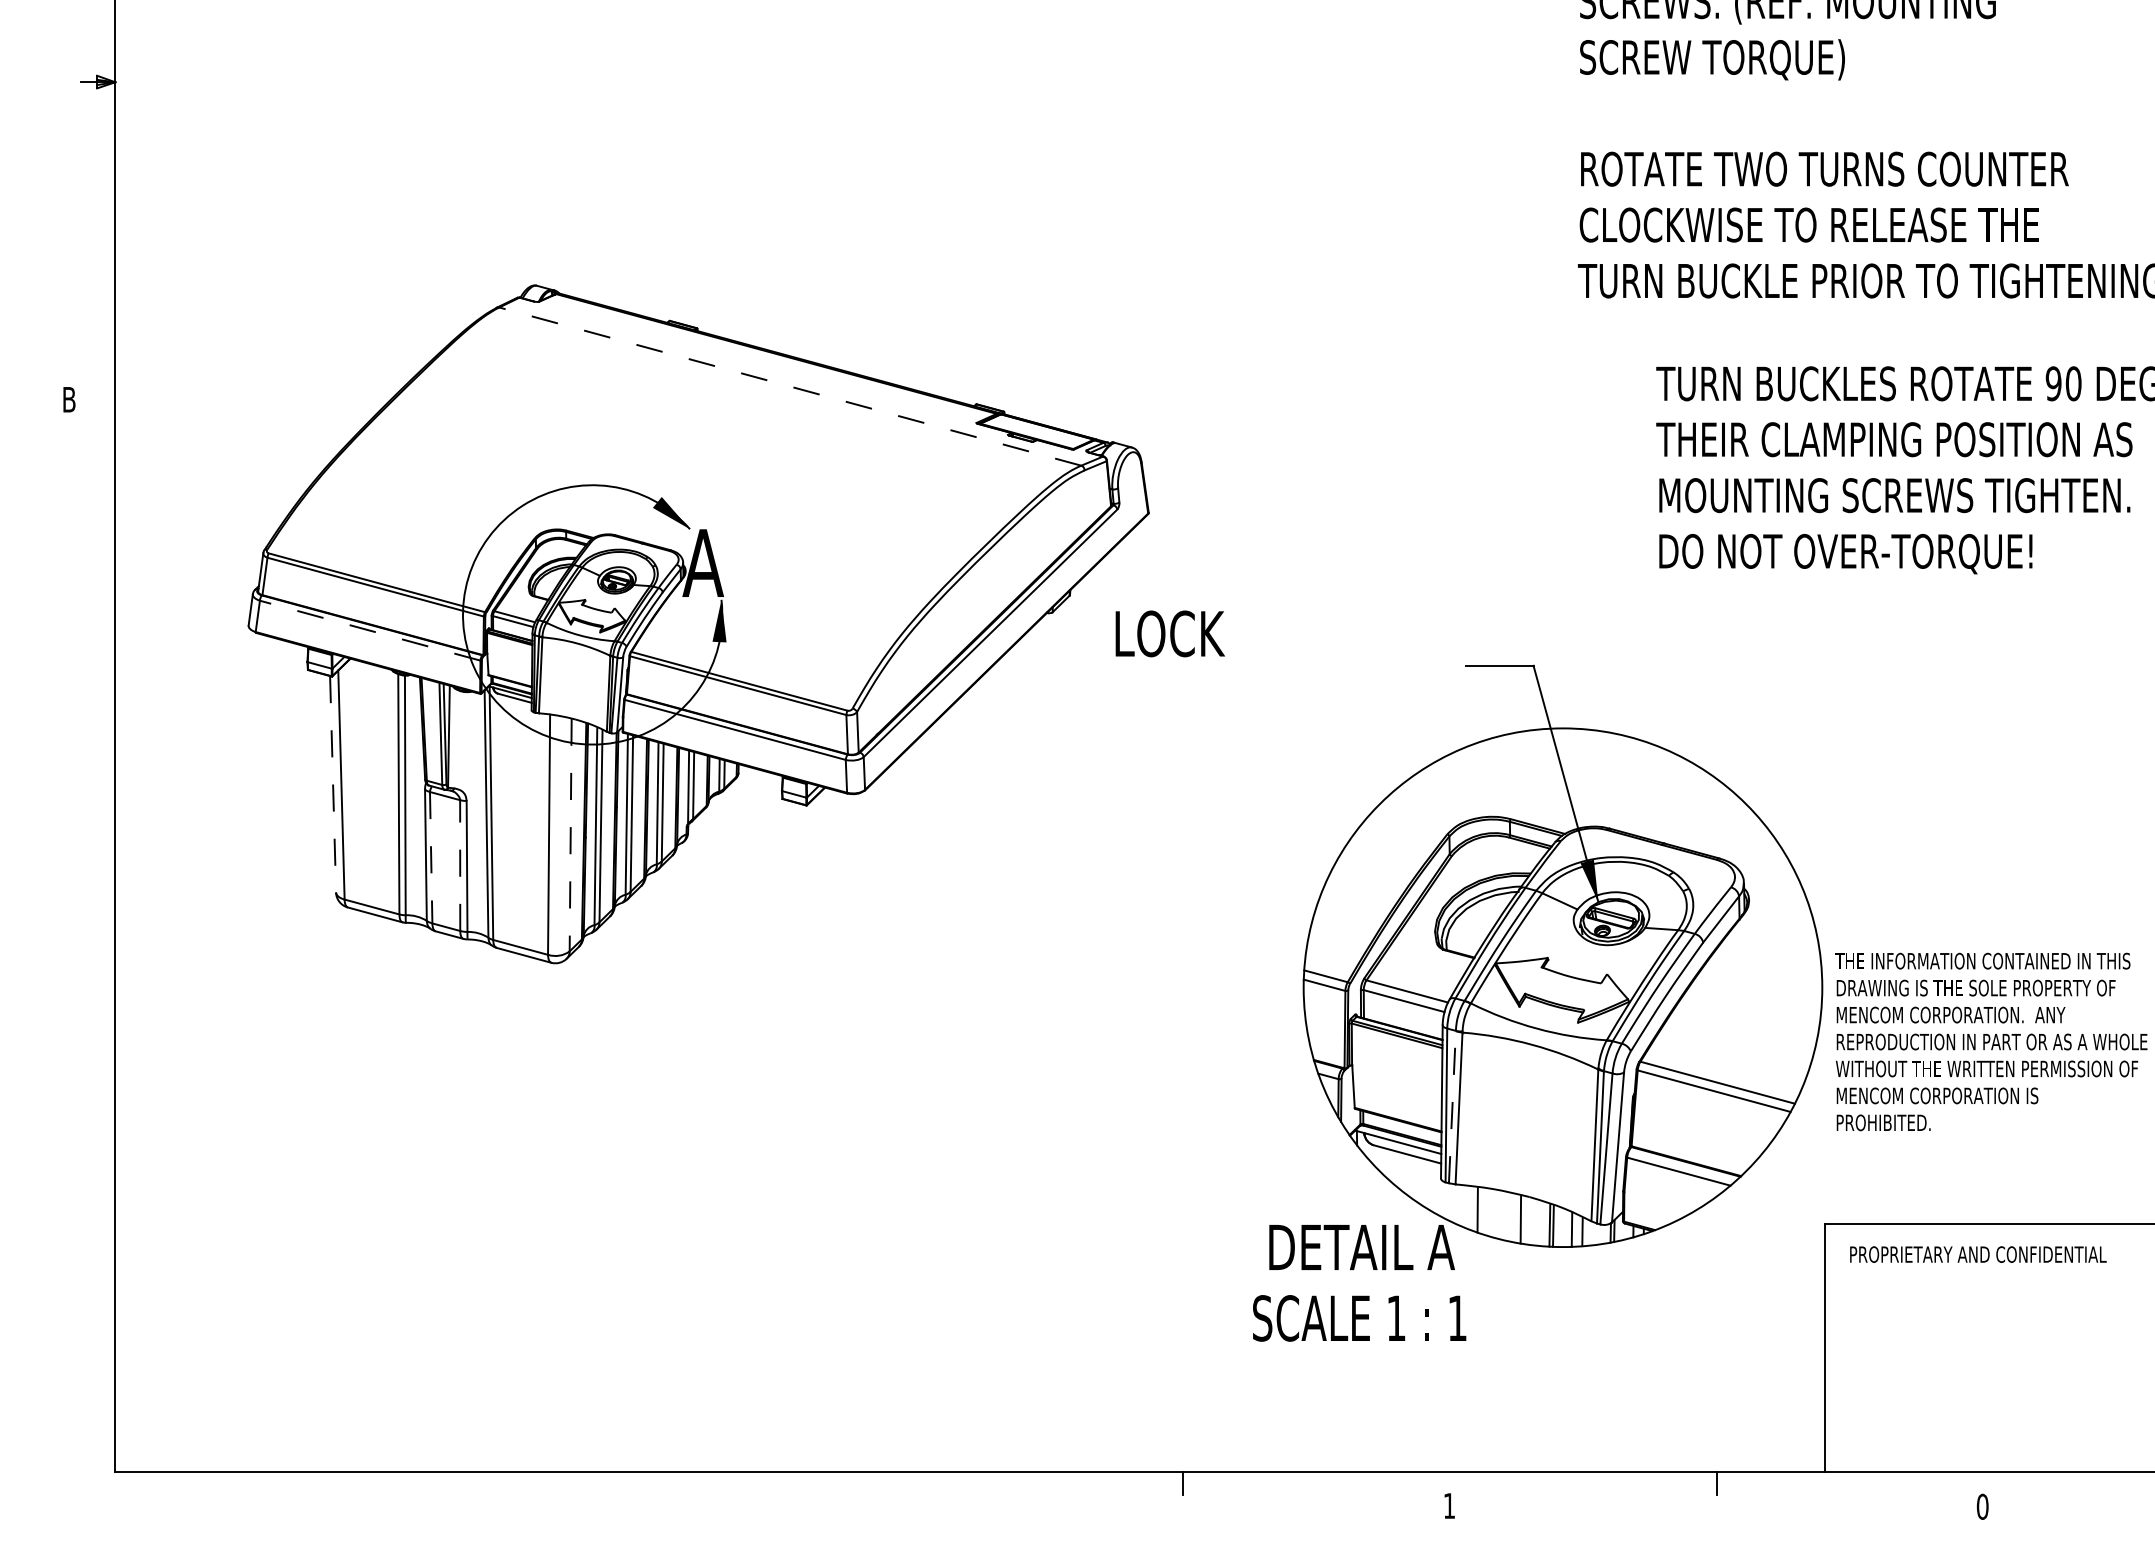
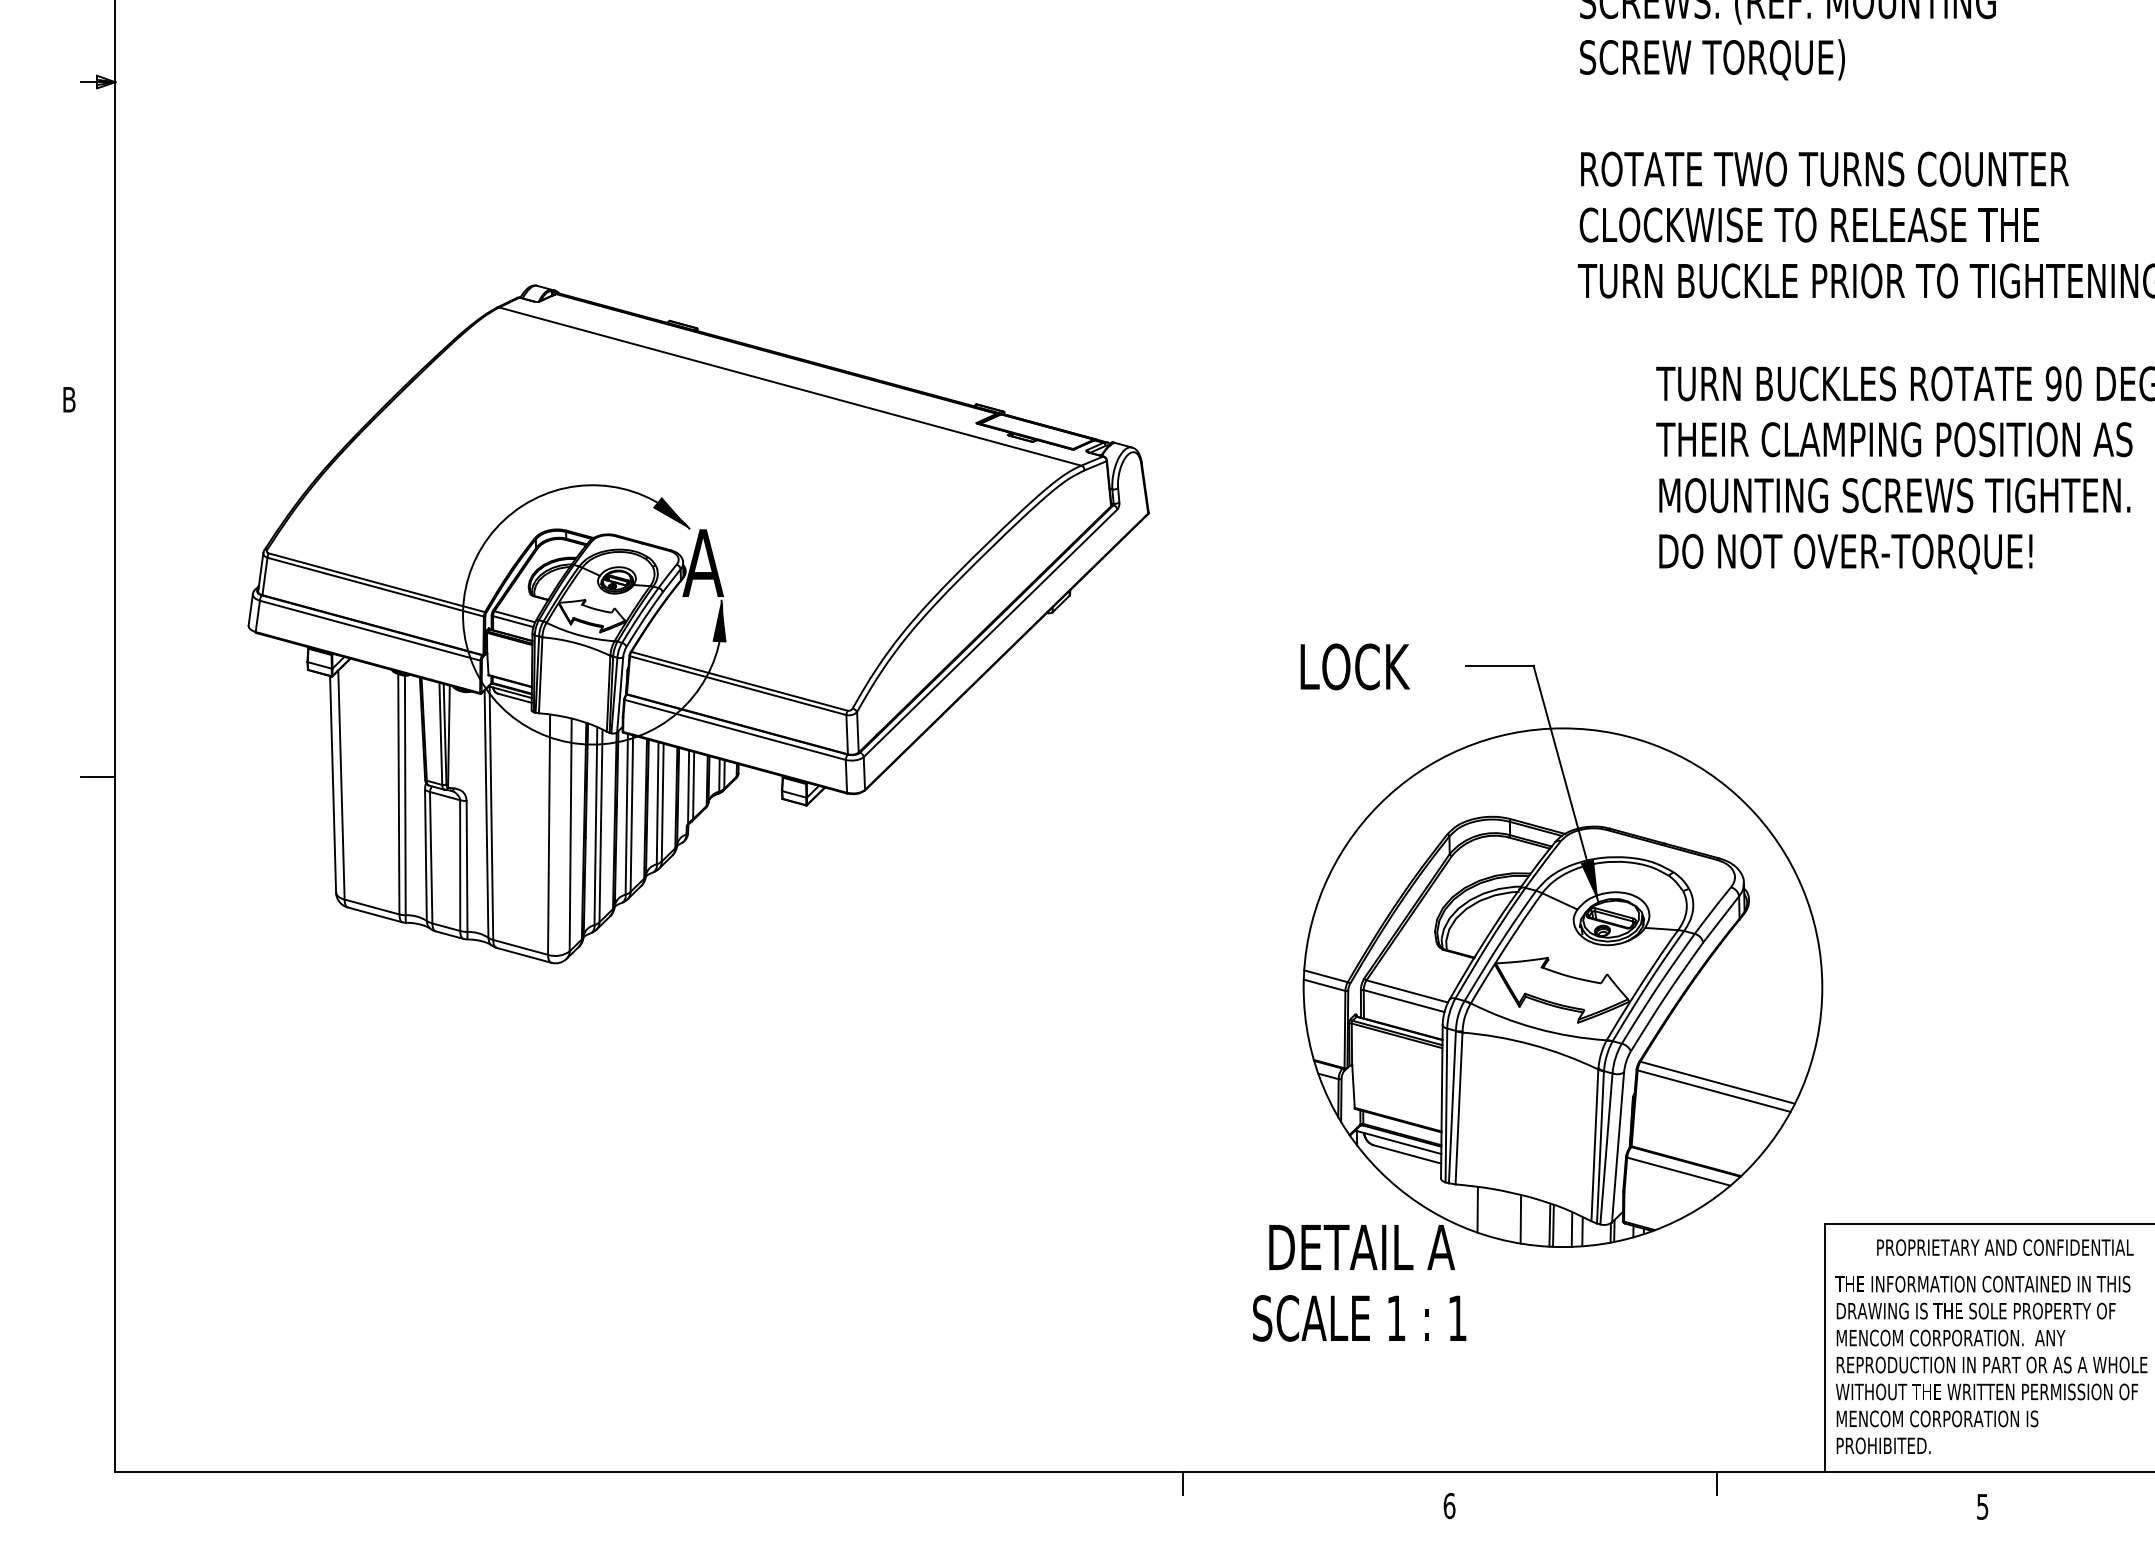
line at (790, 386): dashed -> solid
line at (369, 630): dashed -> solid
text at (1169, 633) position: (1169, 633) -> (1354, 666)
line at (98, 777): none -> present
line at (333, 784): dashed -> solid
line at (570, 835): dashed -> solid
line at (431, 857): dashed -> solid
line at (460, 865): dashed -> solid
text at (1991, 1041) position: (1991, 1041) -> (1991, 1364)
line at (1452, 1106): dashed -> solid
text at (1978, 1254) position: (1978, 1254) -> (2005, 1247)
text at (1449, 1506): 1 -> 6
text at (1982, 1506): 0 -> 5
